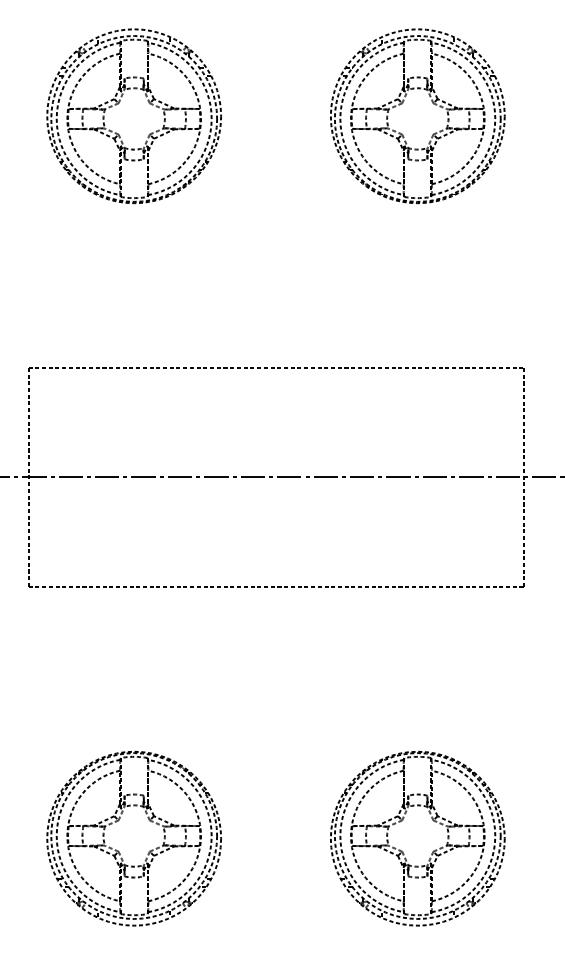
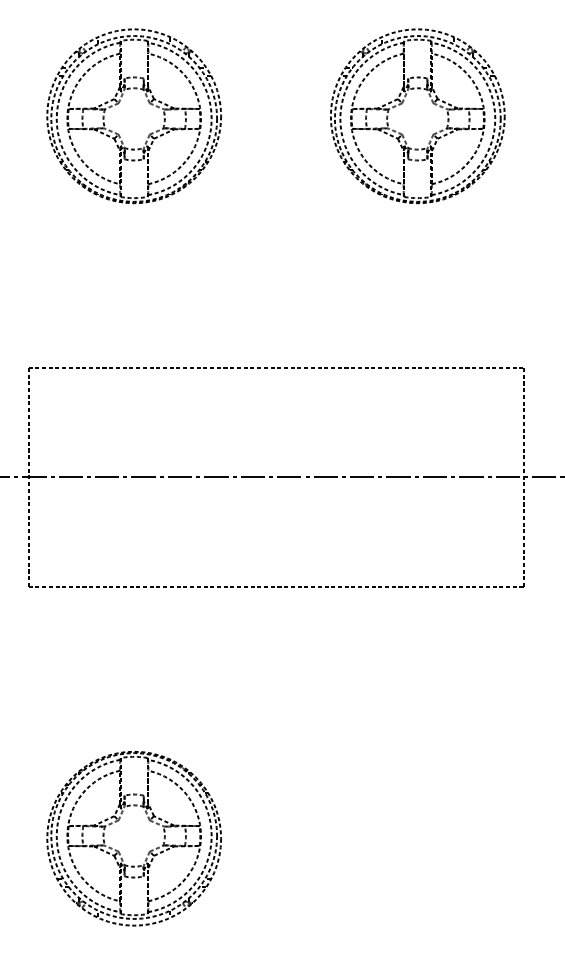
part at (403, 851): present -> none
